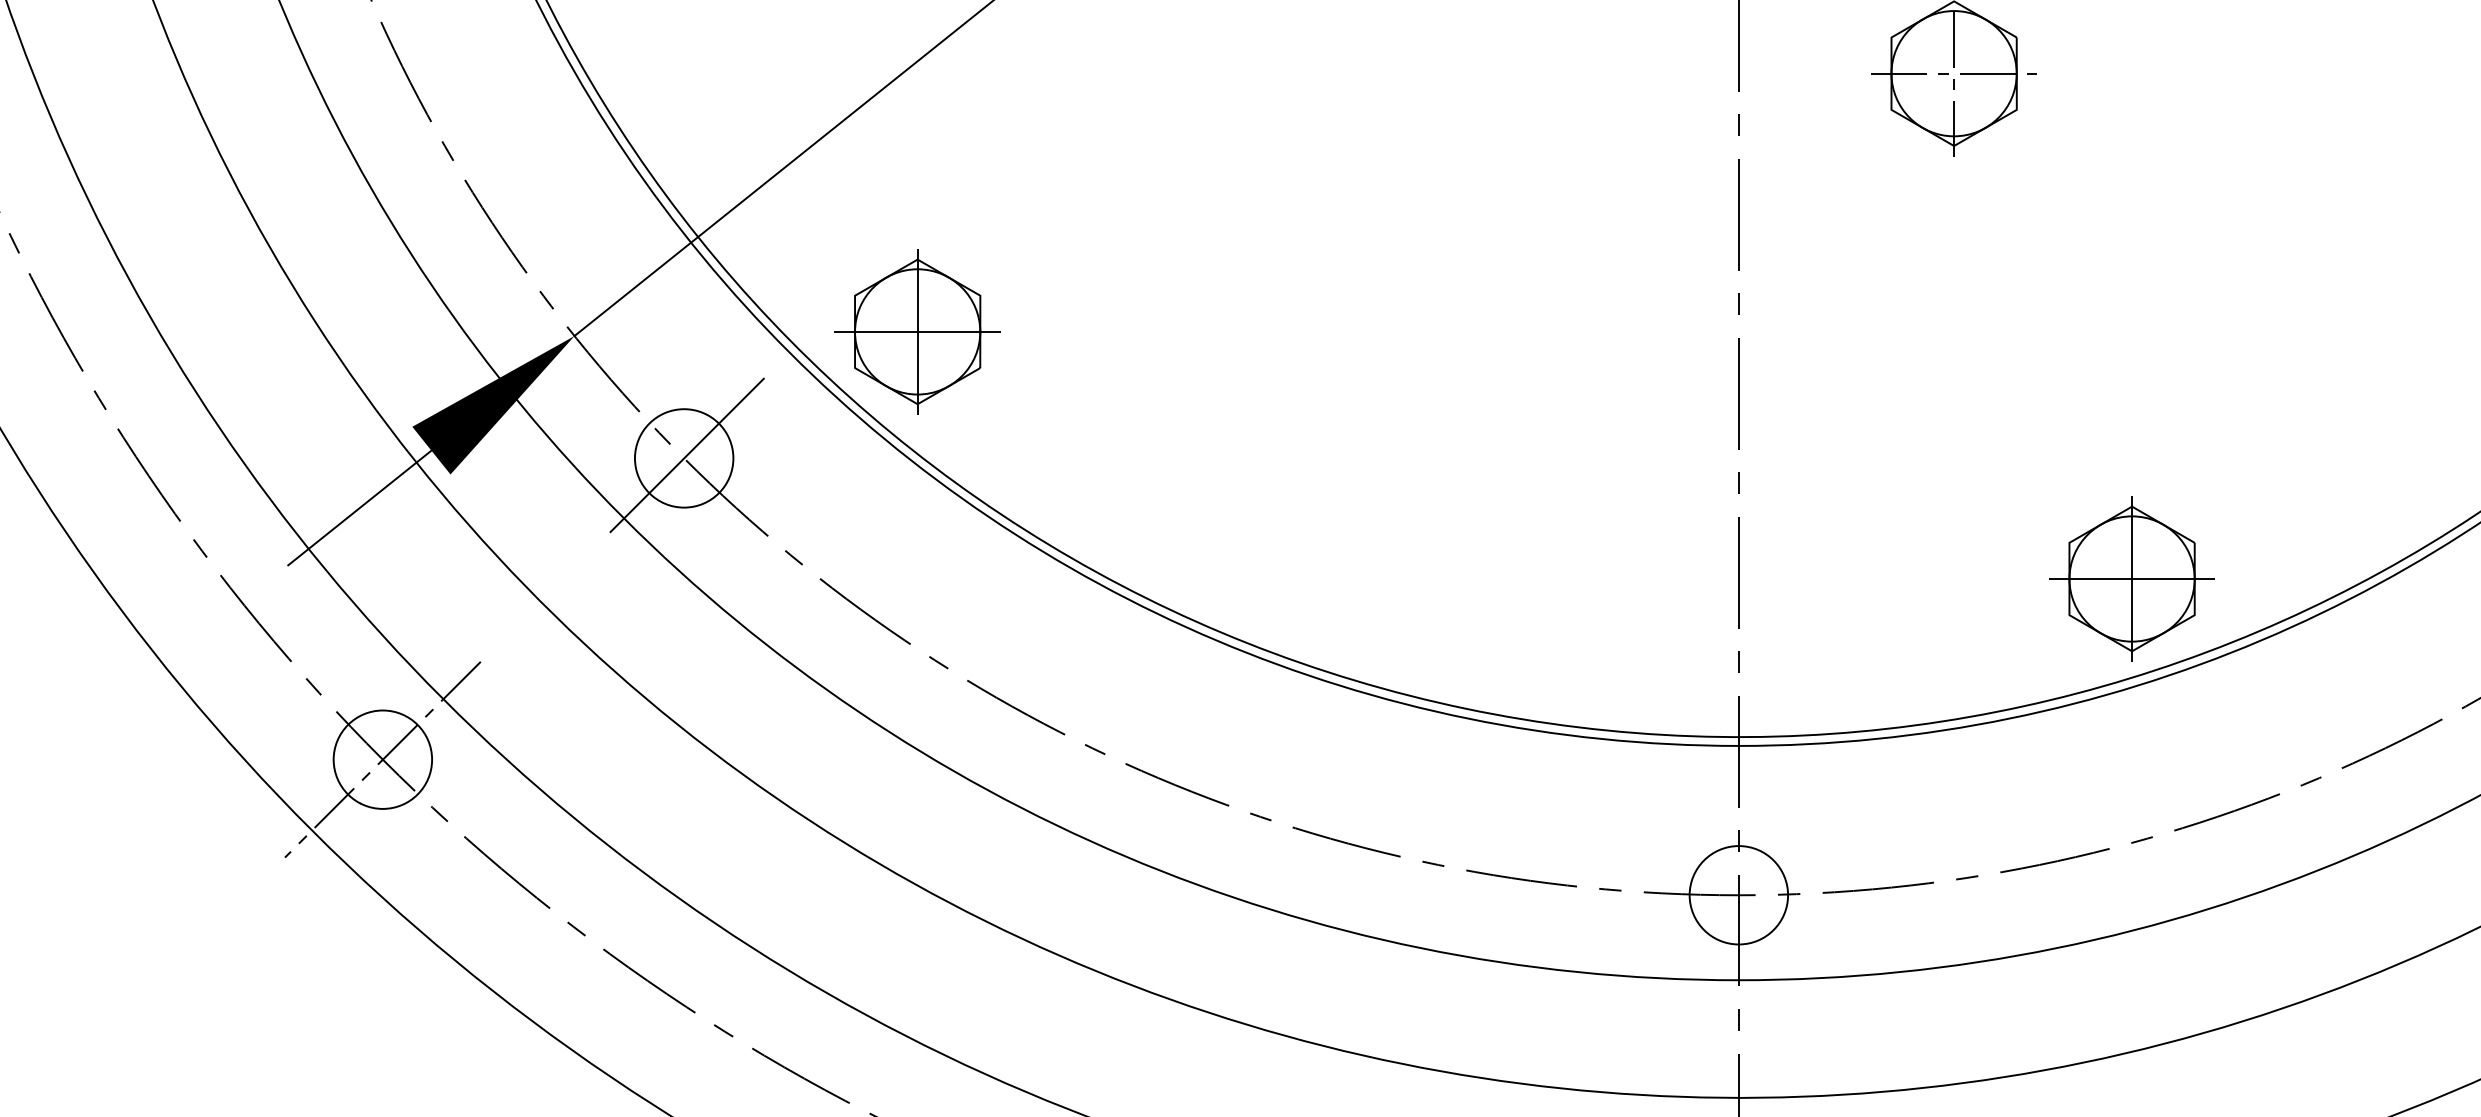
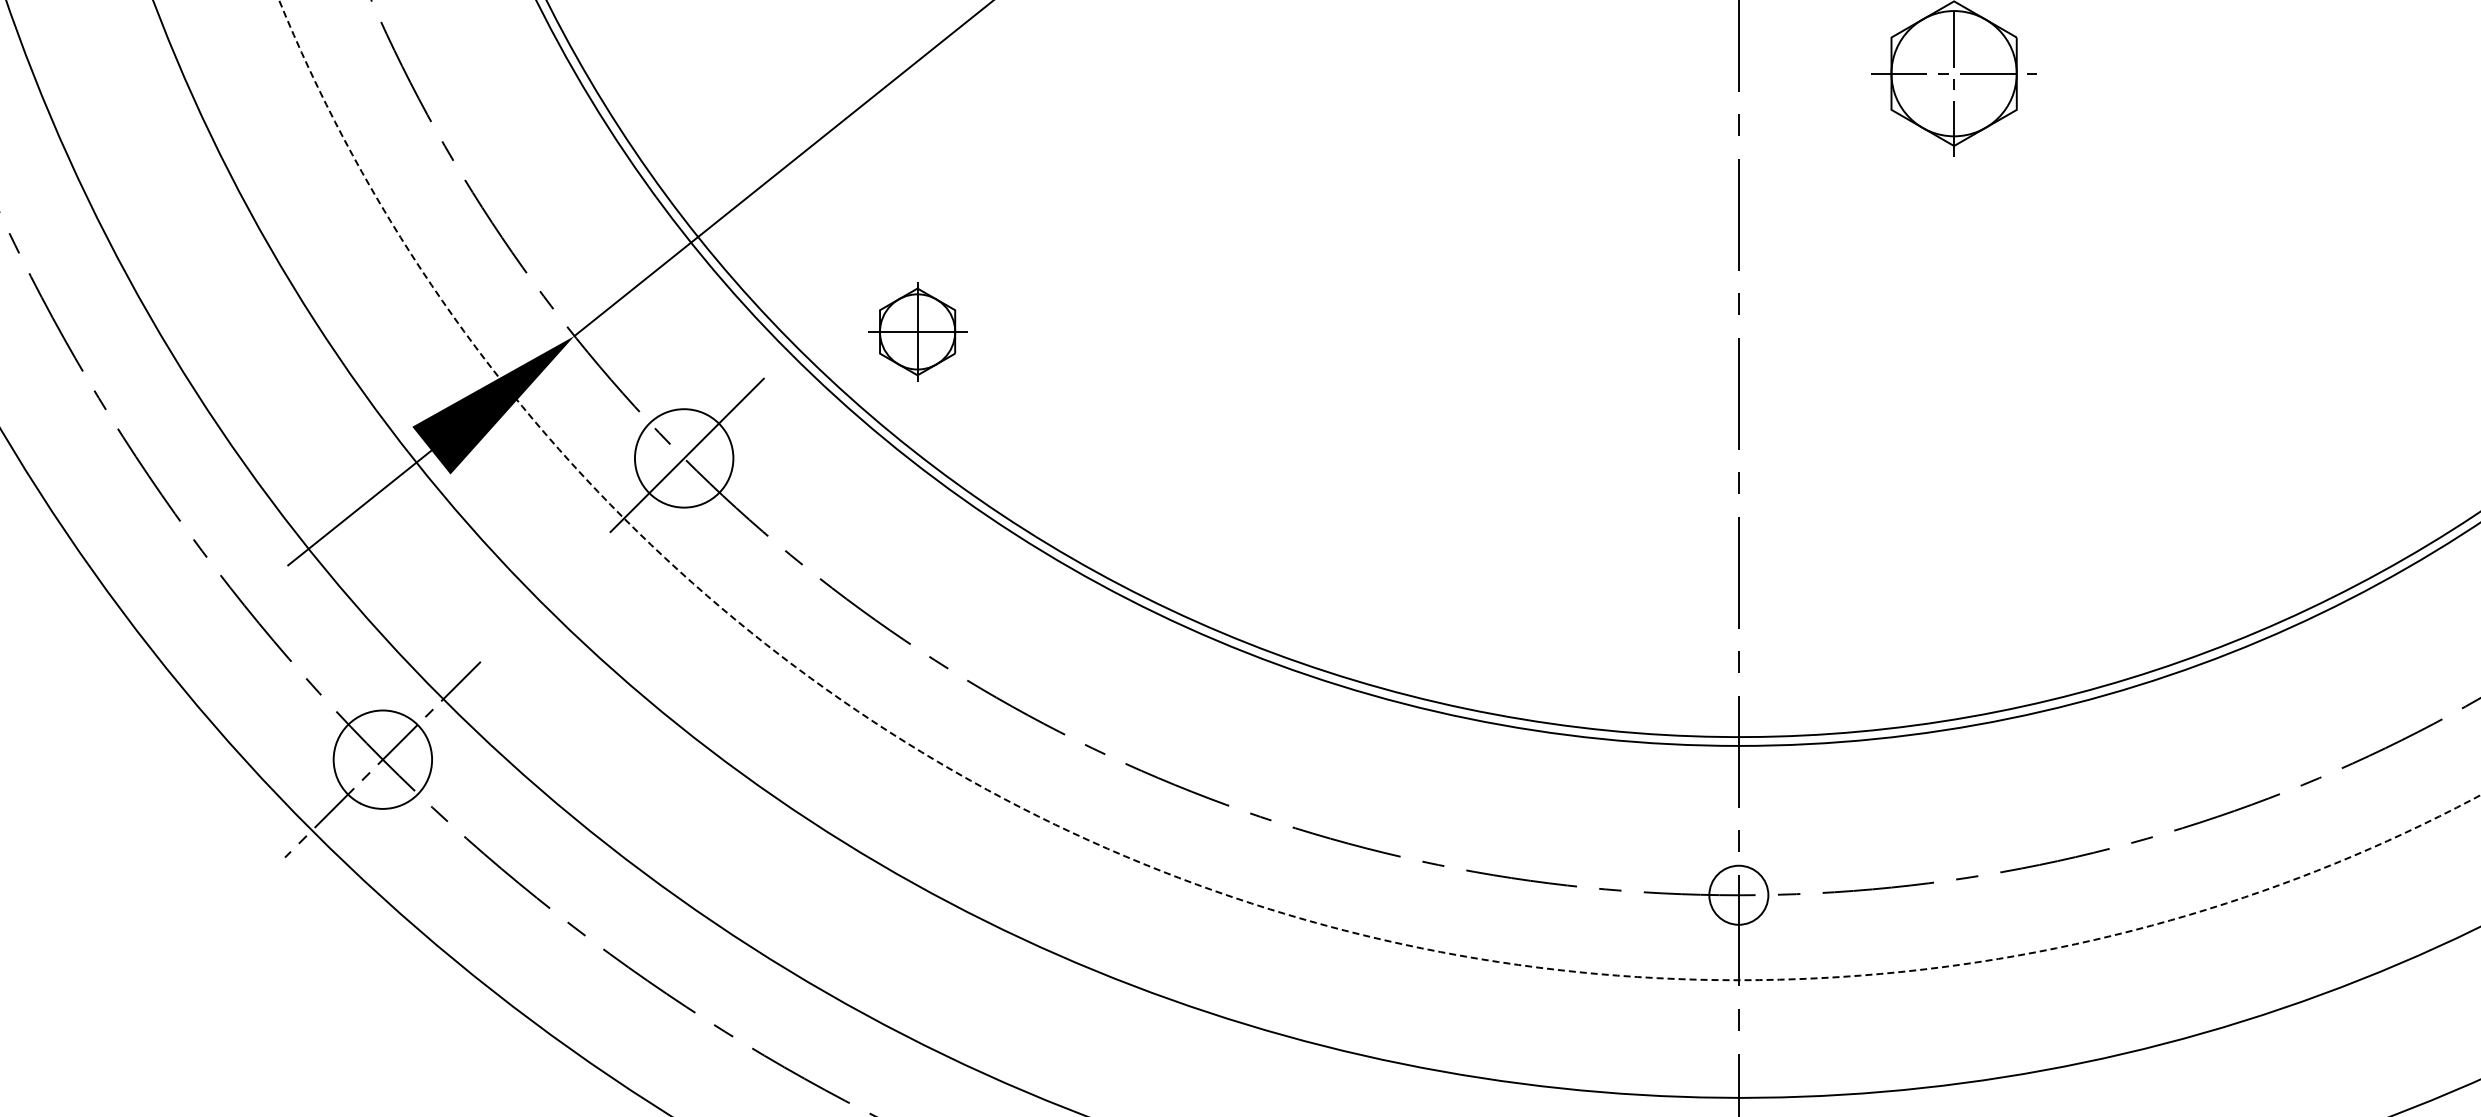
part at (917, 331) size: 167x166 px -> 100x100 px
circle at (1379, 490): solid -> dashed
part at (2131, 578): present -> none
circle at (1738, 895) diameter: 98 px -> 59 px
